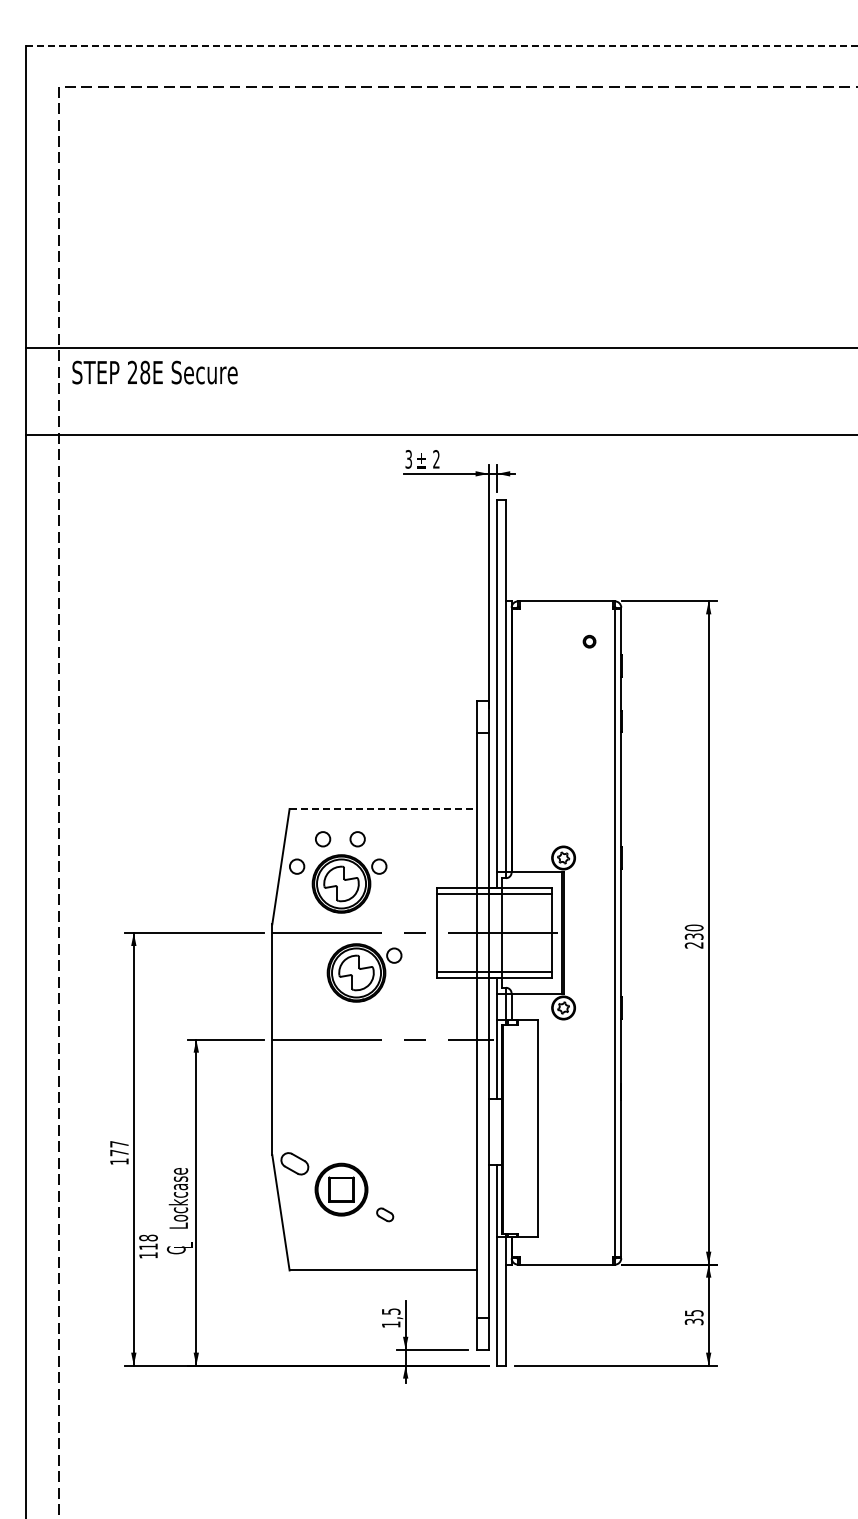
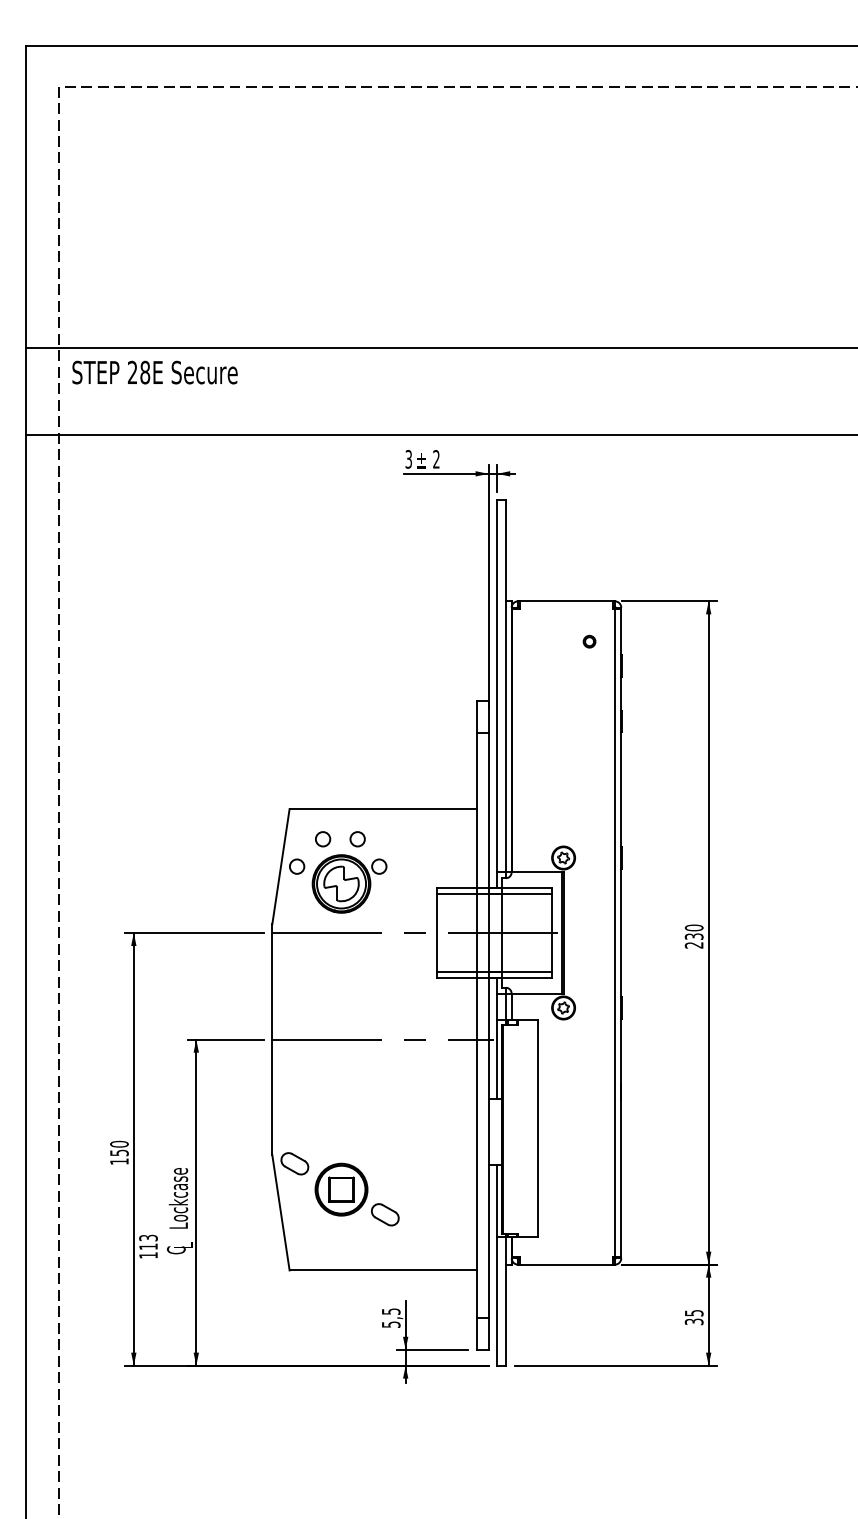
line at (441, 45): dashed -> solid
line at (383, 809): dashed -> solid
part at (364, 972): present -> none
text at (119, 1148): 177 -> 150
part at (385, 1214) size: 19x16 px -> 30x24 px
text at (148, 1237): 118 -> 113
text at (391, 1324): 1,5 -> 5,5
